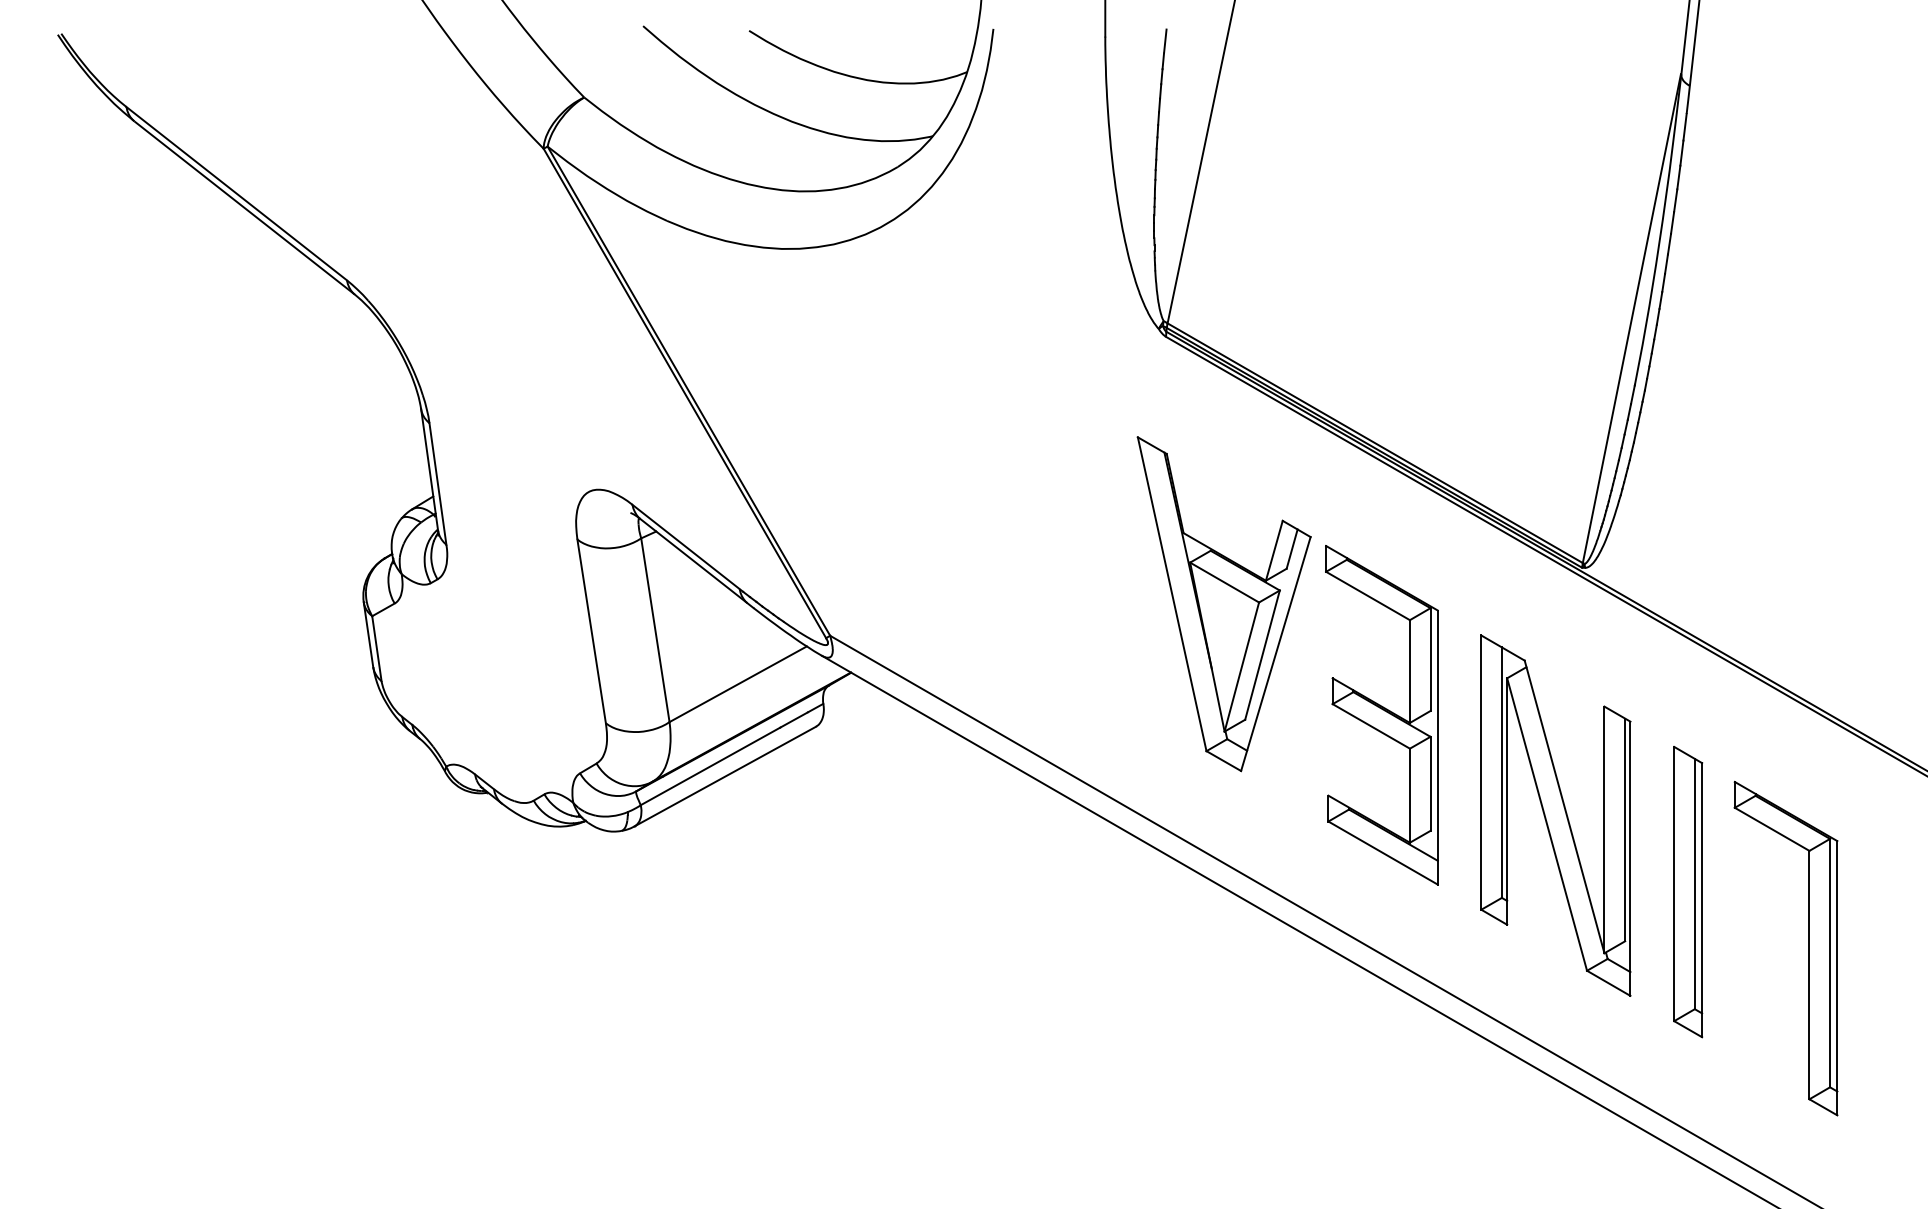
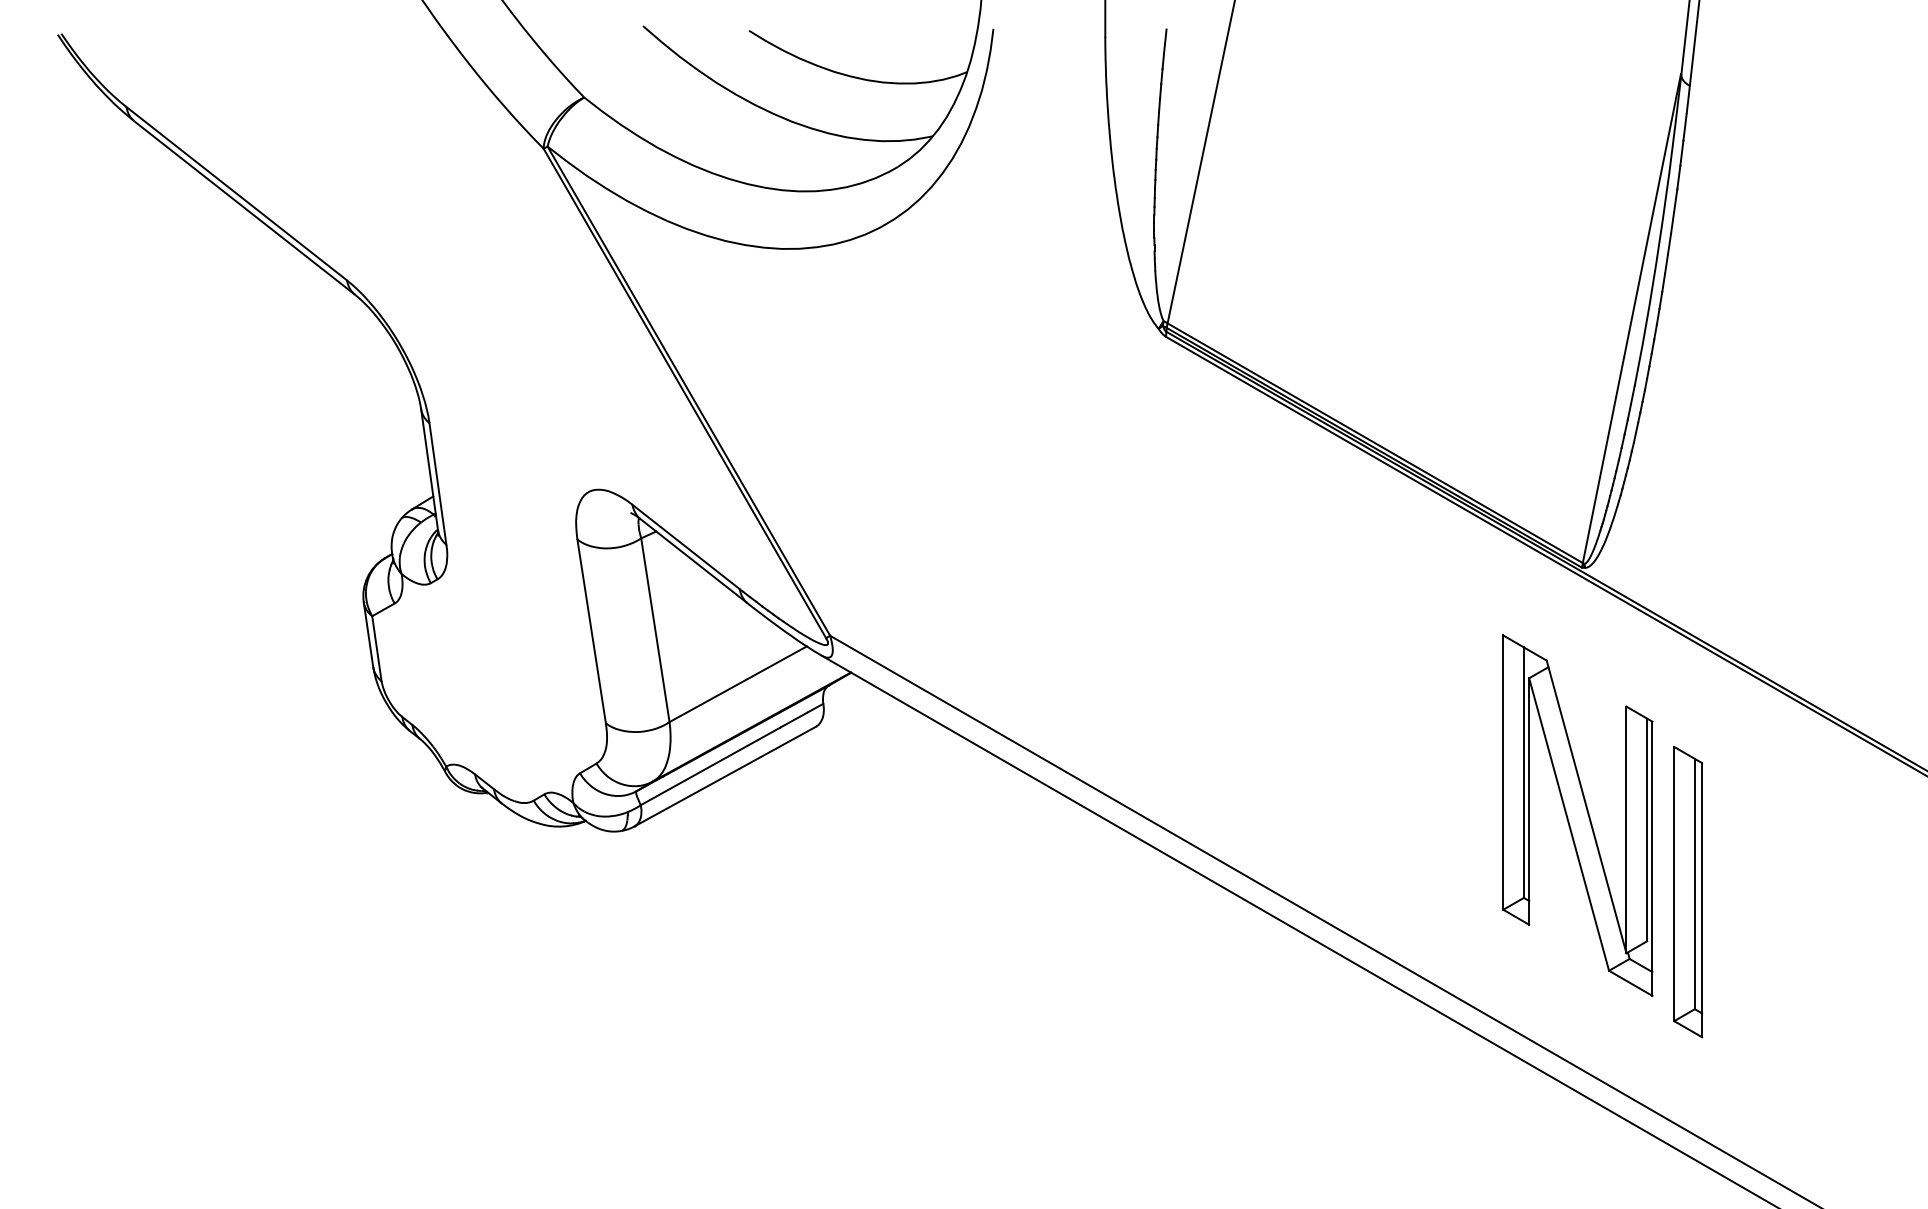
part at (1223, 604): present -> none
part at (1381, 715): present -> none
part at (1555, 815) position: (1555, 815) -> (1577, 815)
part at (1808, 948): present -> none
